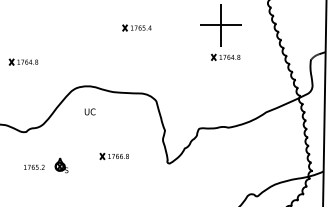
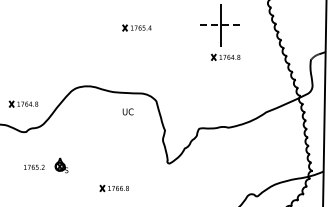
line at (221, 25): solid -> dashed
part at (23, 61) position: (23, 61) -> (23, 103)
text at (89, 111) position: (89, 111) -> (127, 111)
part at (113, 156) position: (113, 156) -> (113, 188)
